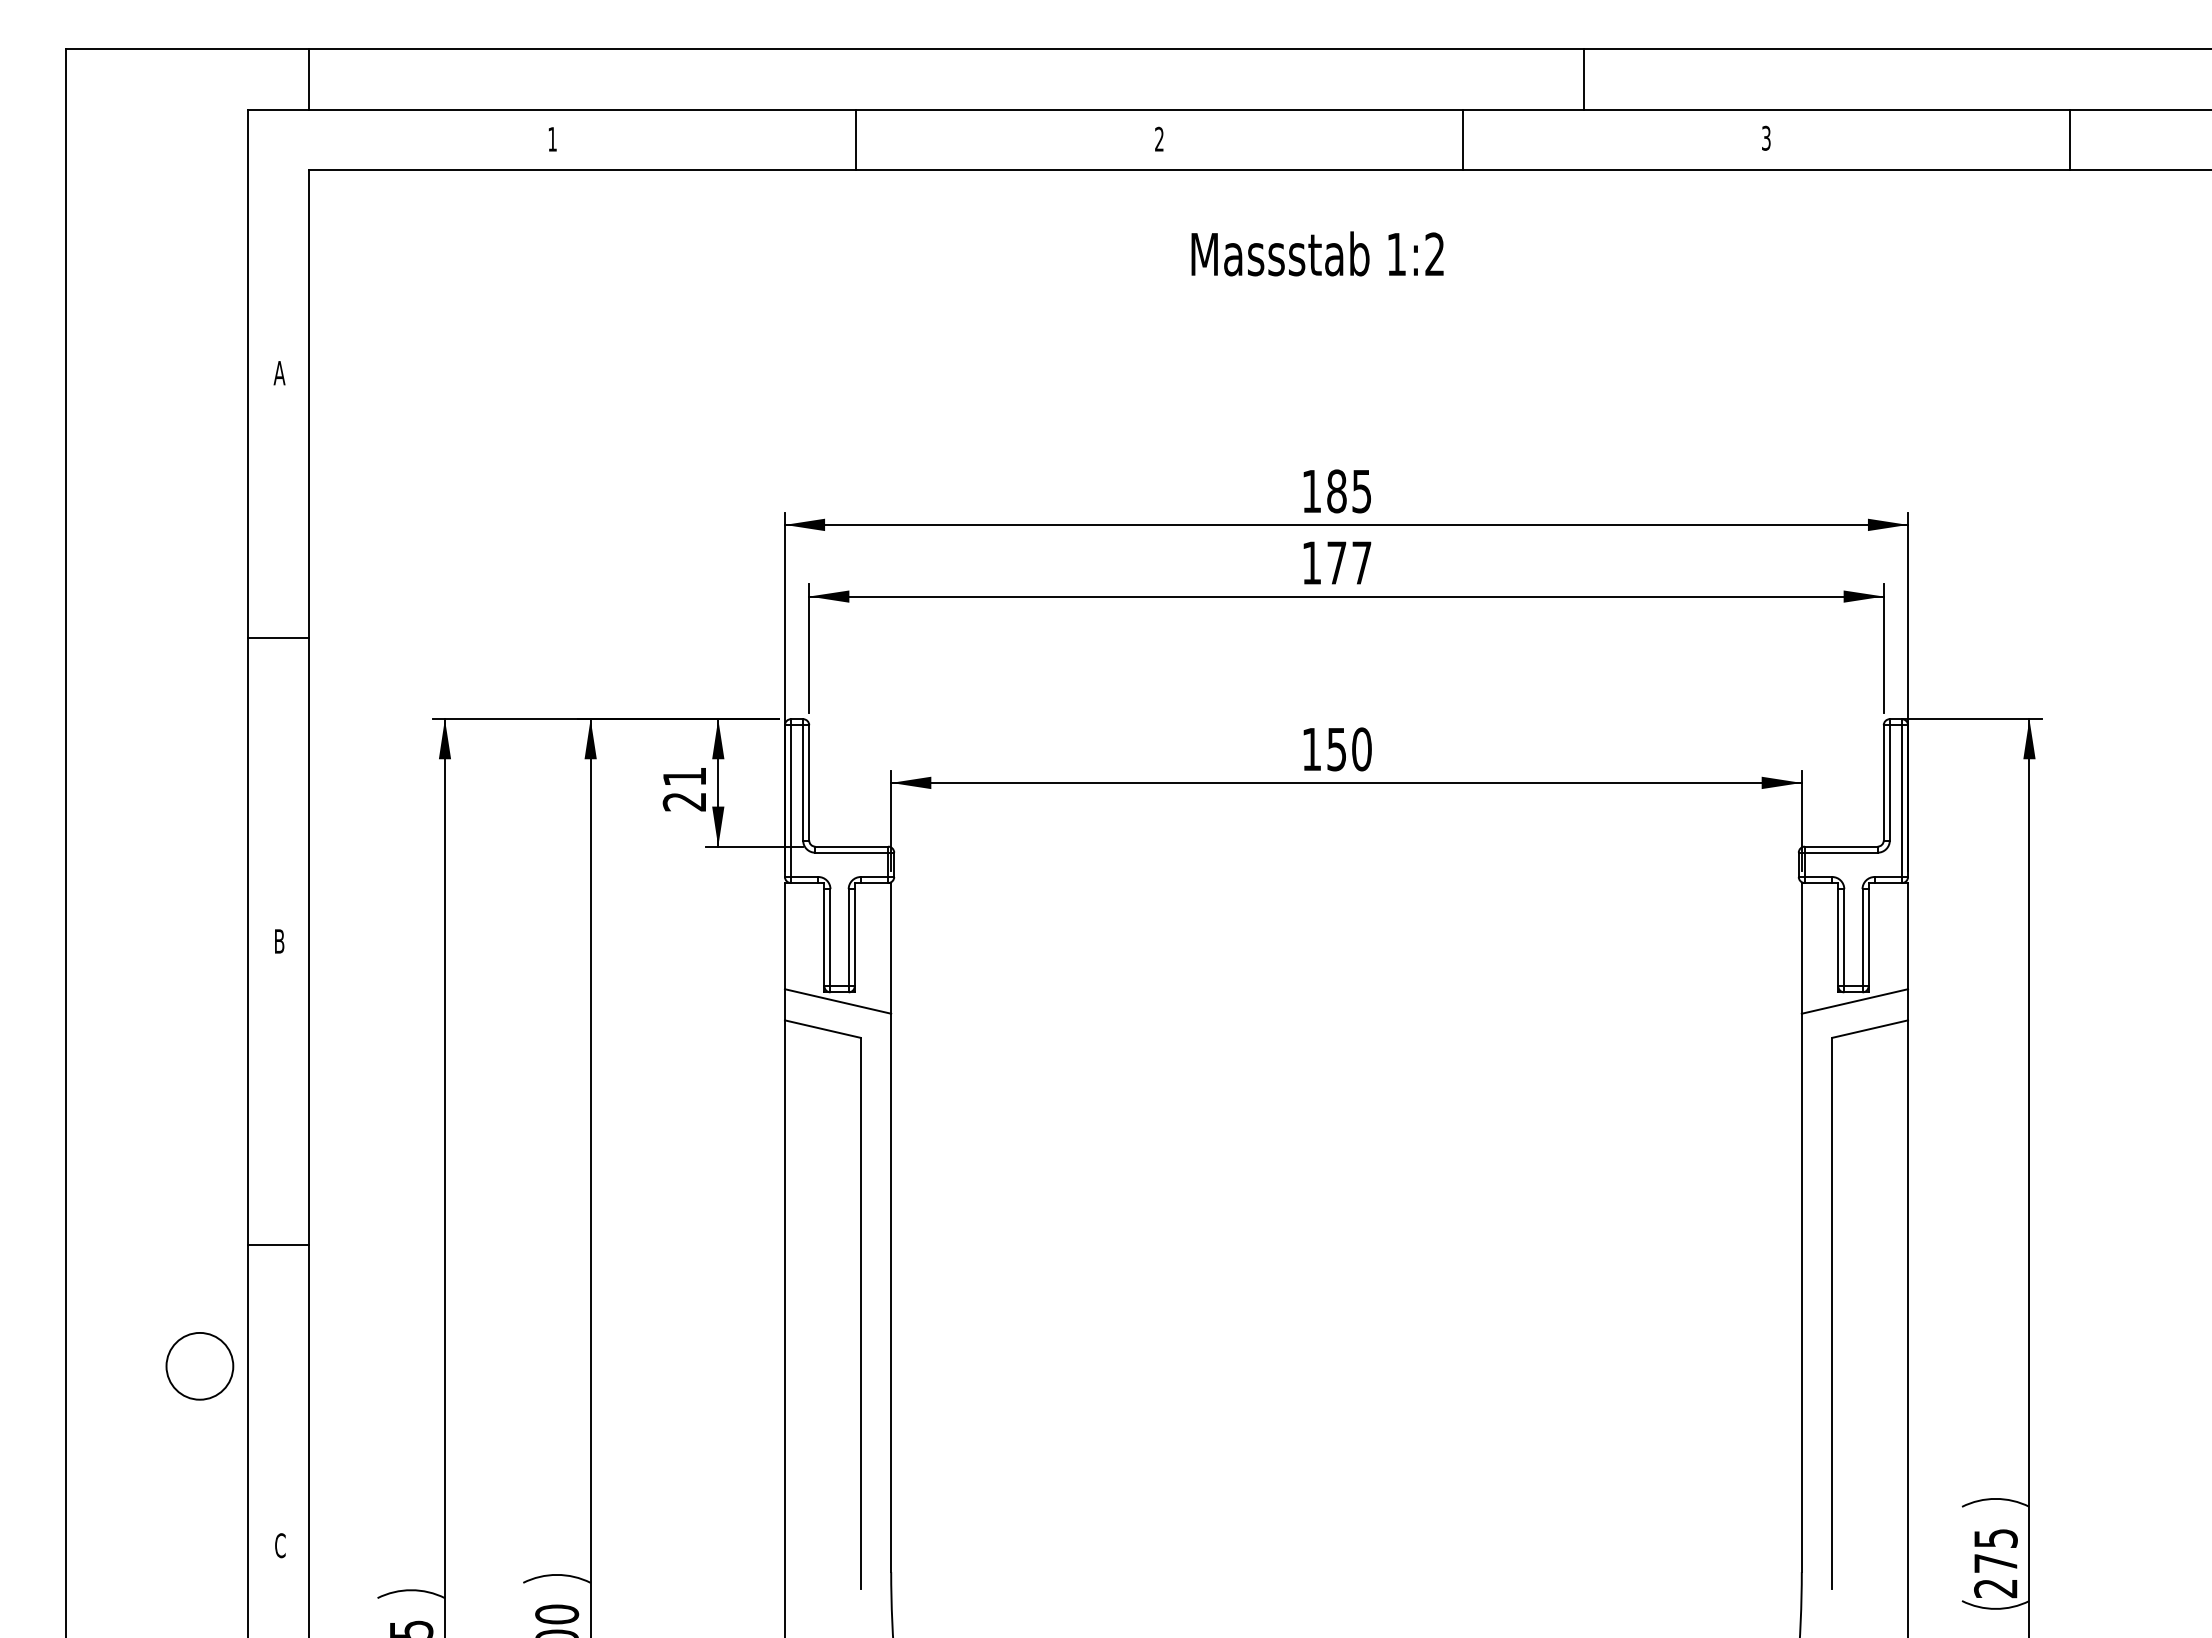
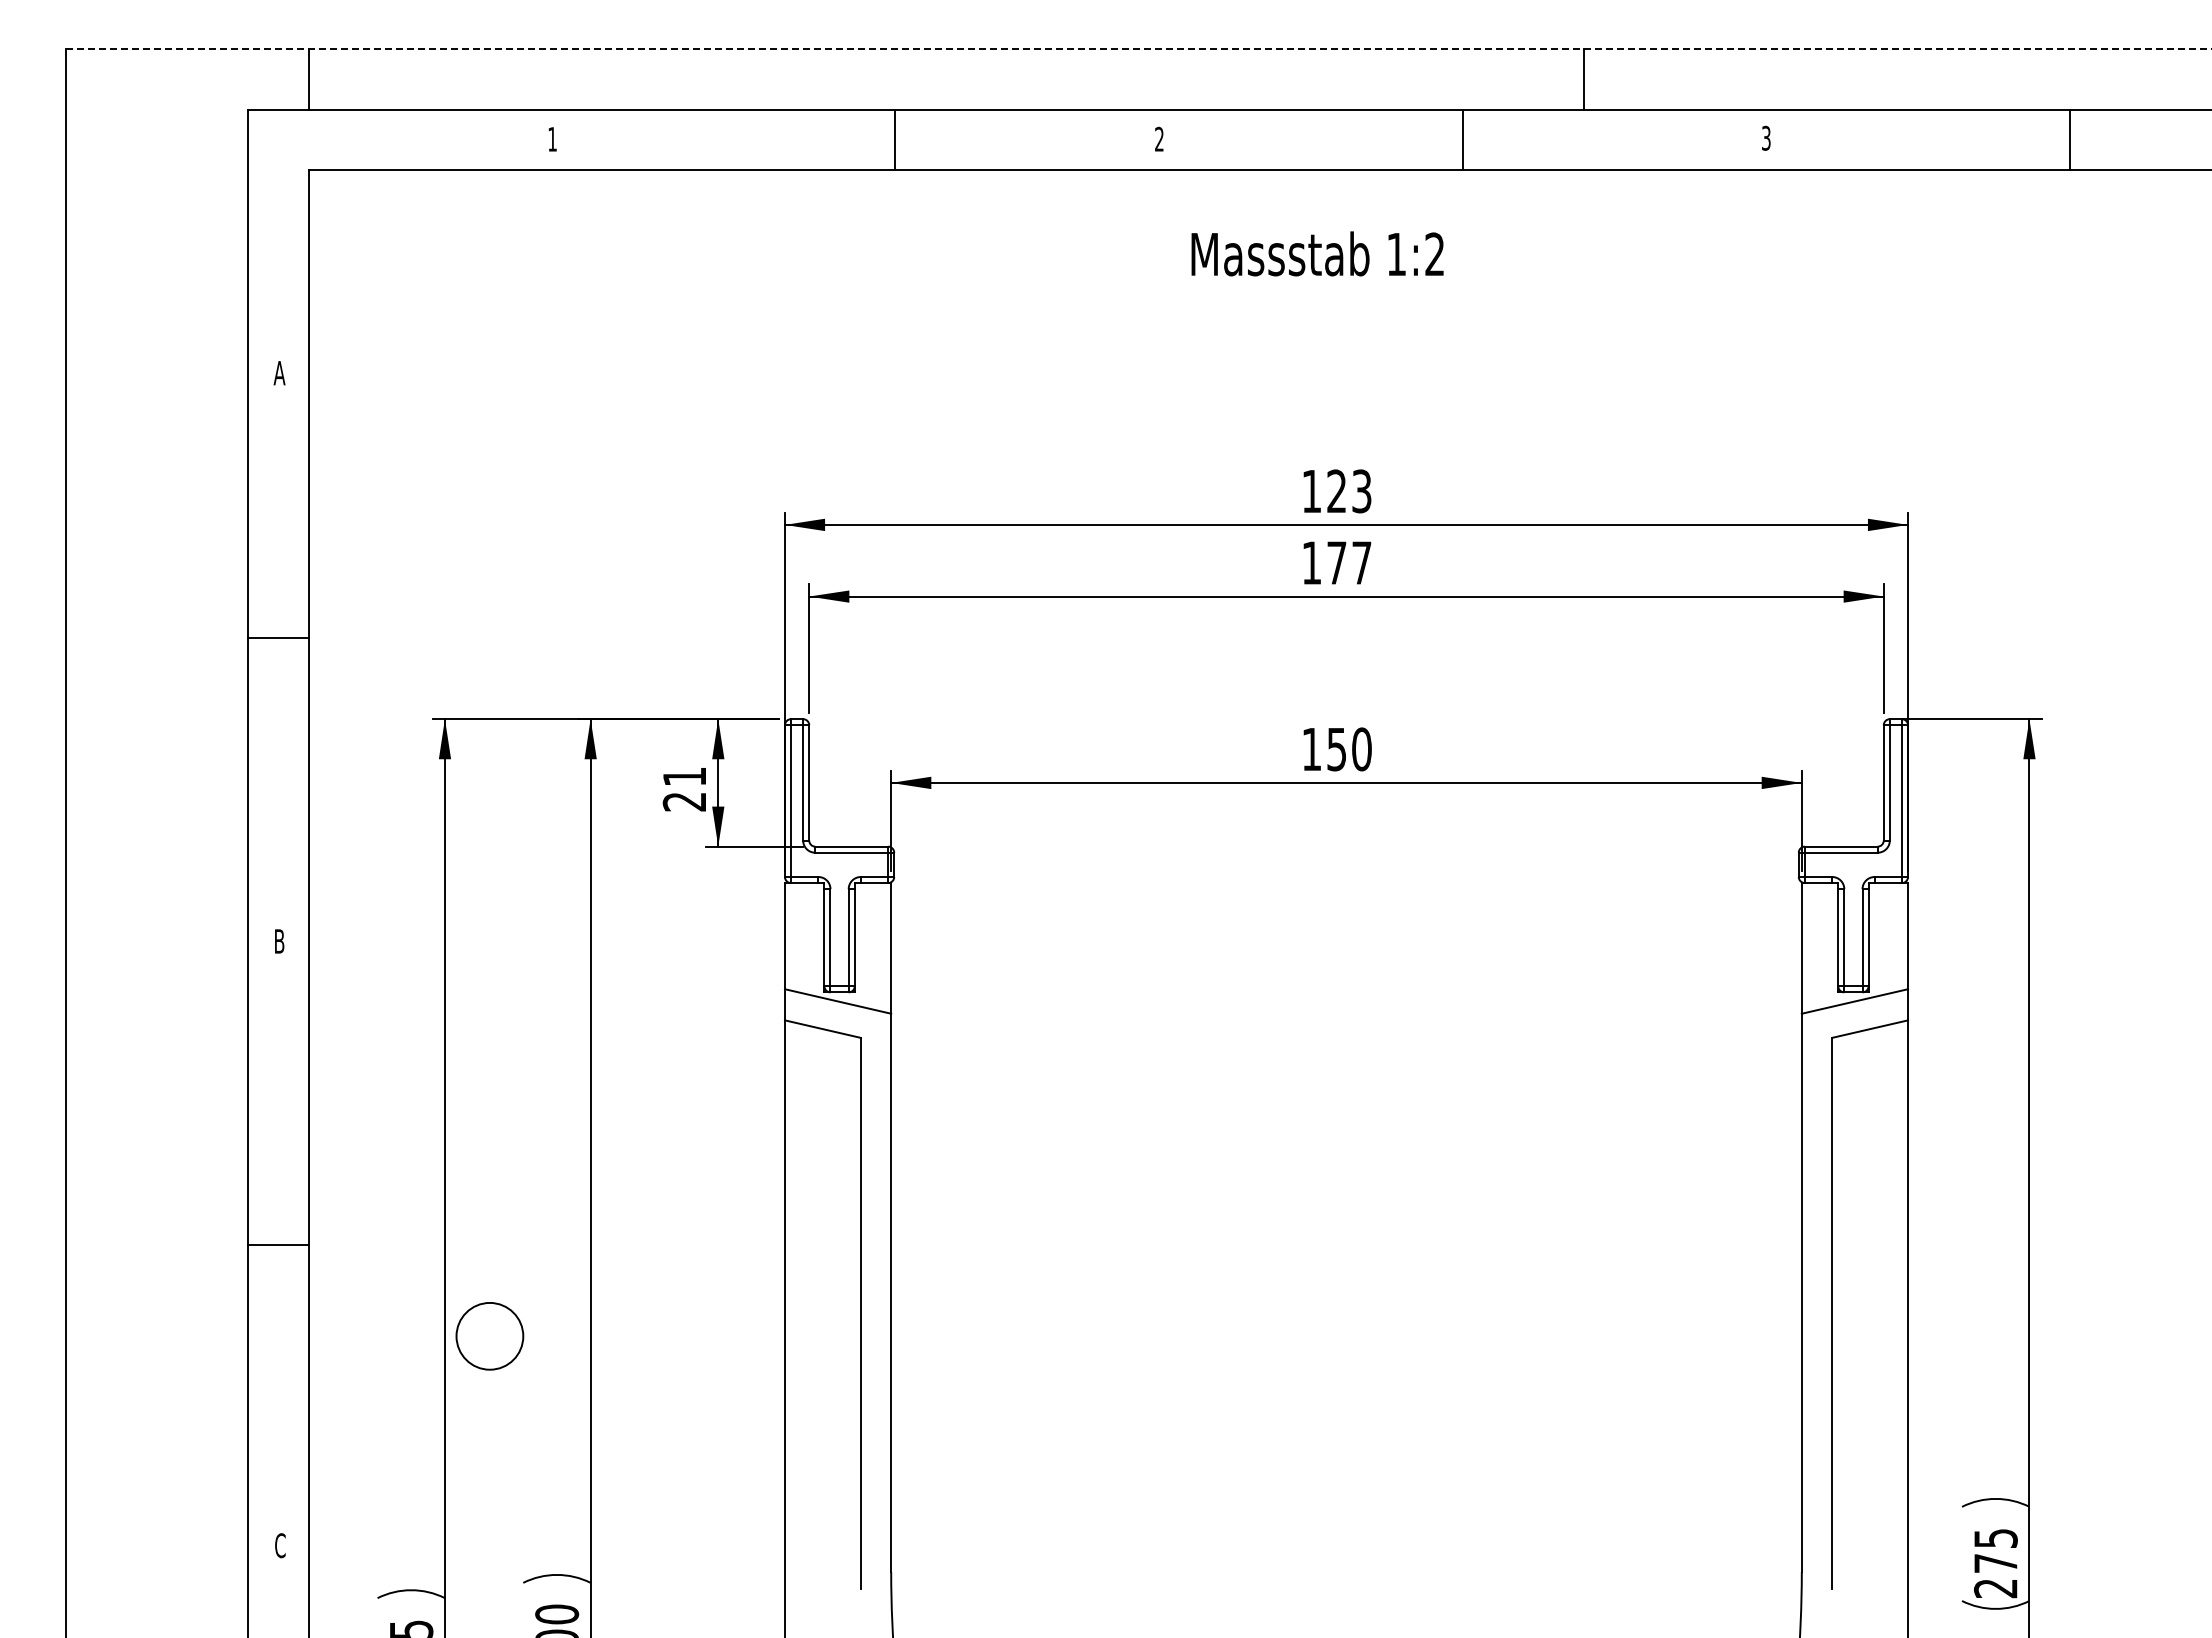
line at (1139, 48): solid -> dashed
line at (855, 139) position: (855, 139) -> (894, 139)
text at (1349, 491): 185 -> 123
circle at (199, 1366) position: (199, 1366) -> (489, 1336)
